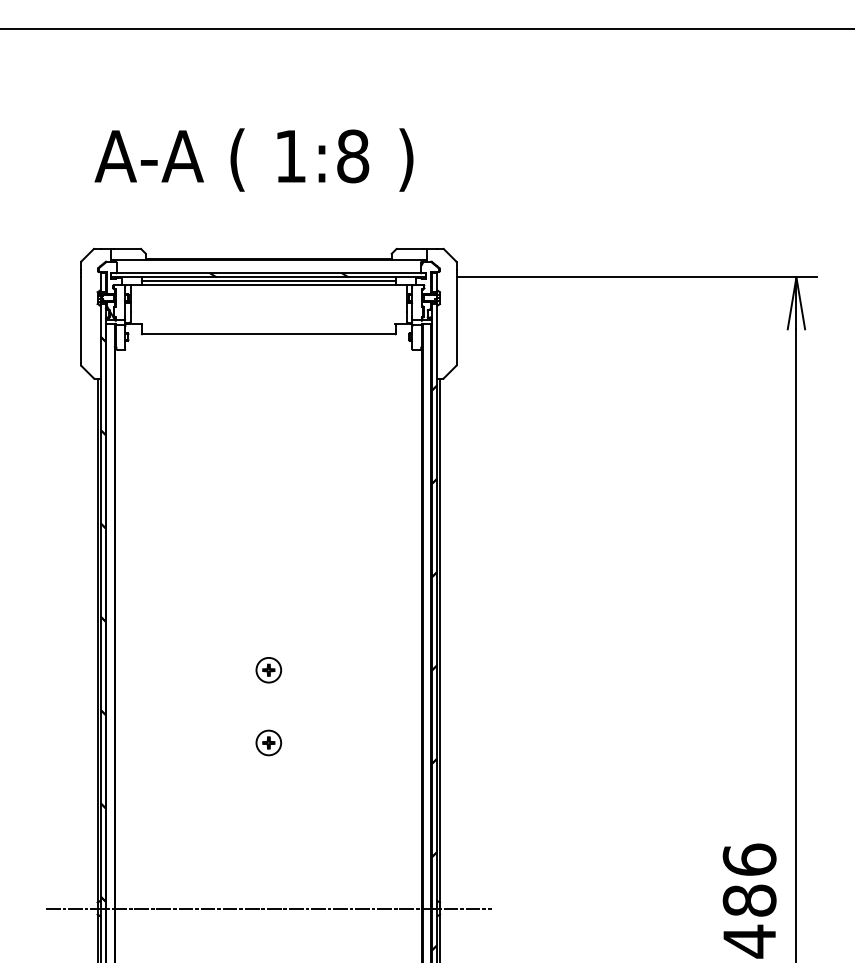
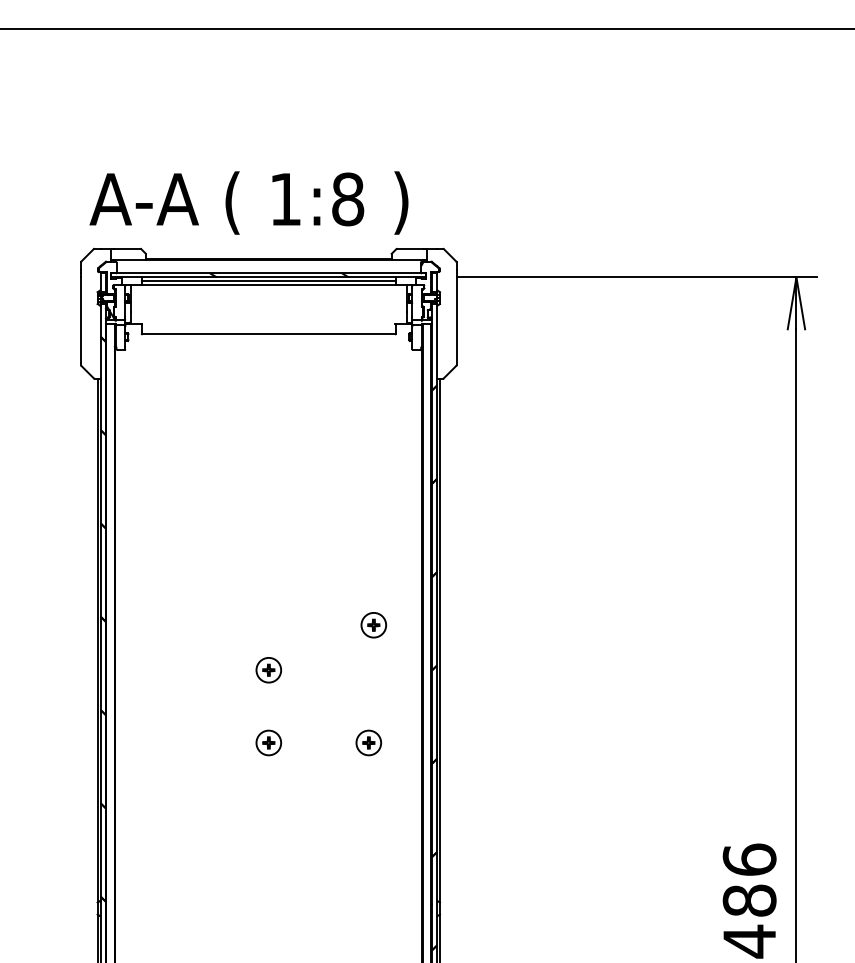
text at (253, 159) position: (253, 159) -> (248, 202)
part at (373, 625): none -> present
part at (368, 742): none -> present
line at (268, 908): present -> none
